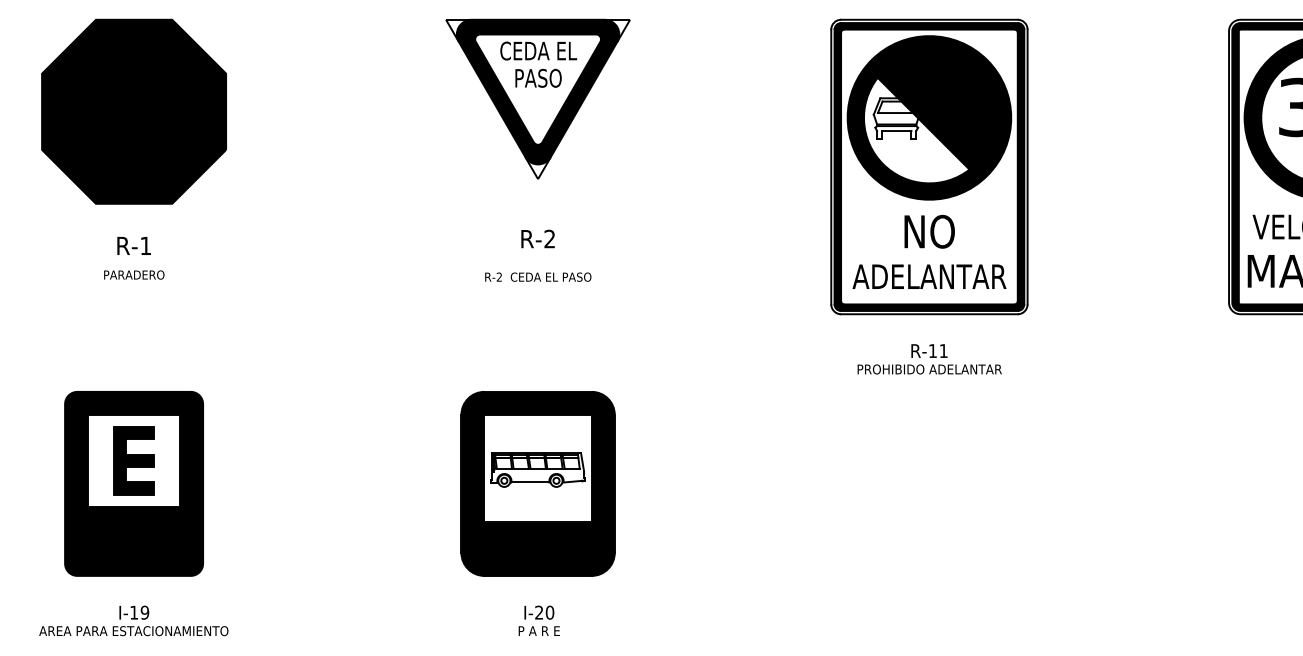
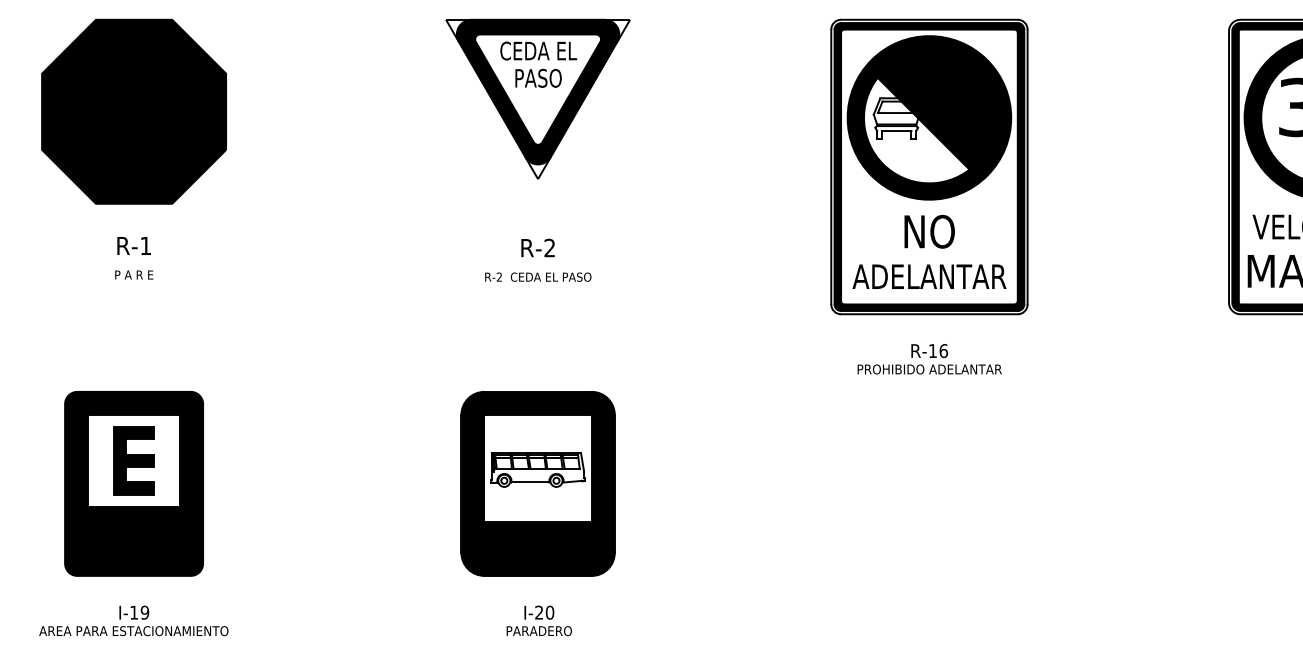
text at (537, 238) position: (537, 238) -> (537, 247)
text at (134, 274): PARADERO -> P A R E
text at (943, 351): R-11 -> R-16
text at (538, 631): P A R E -> PARADERO
